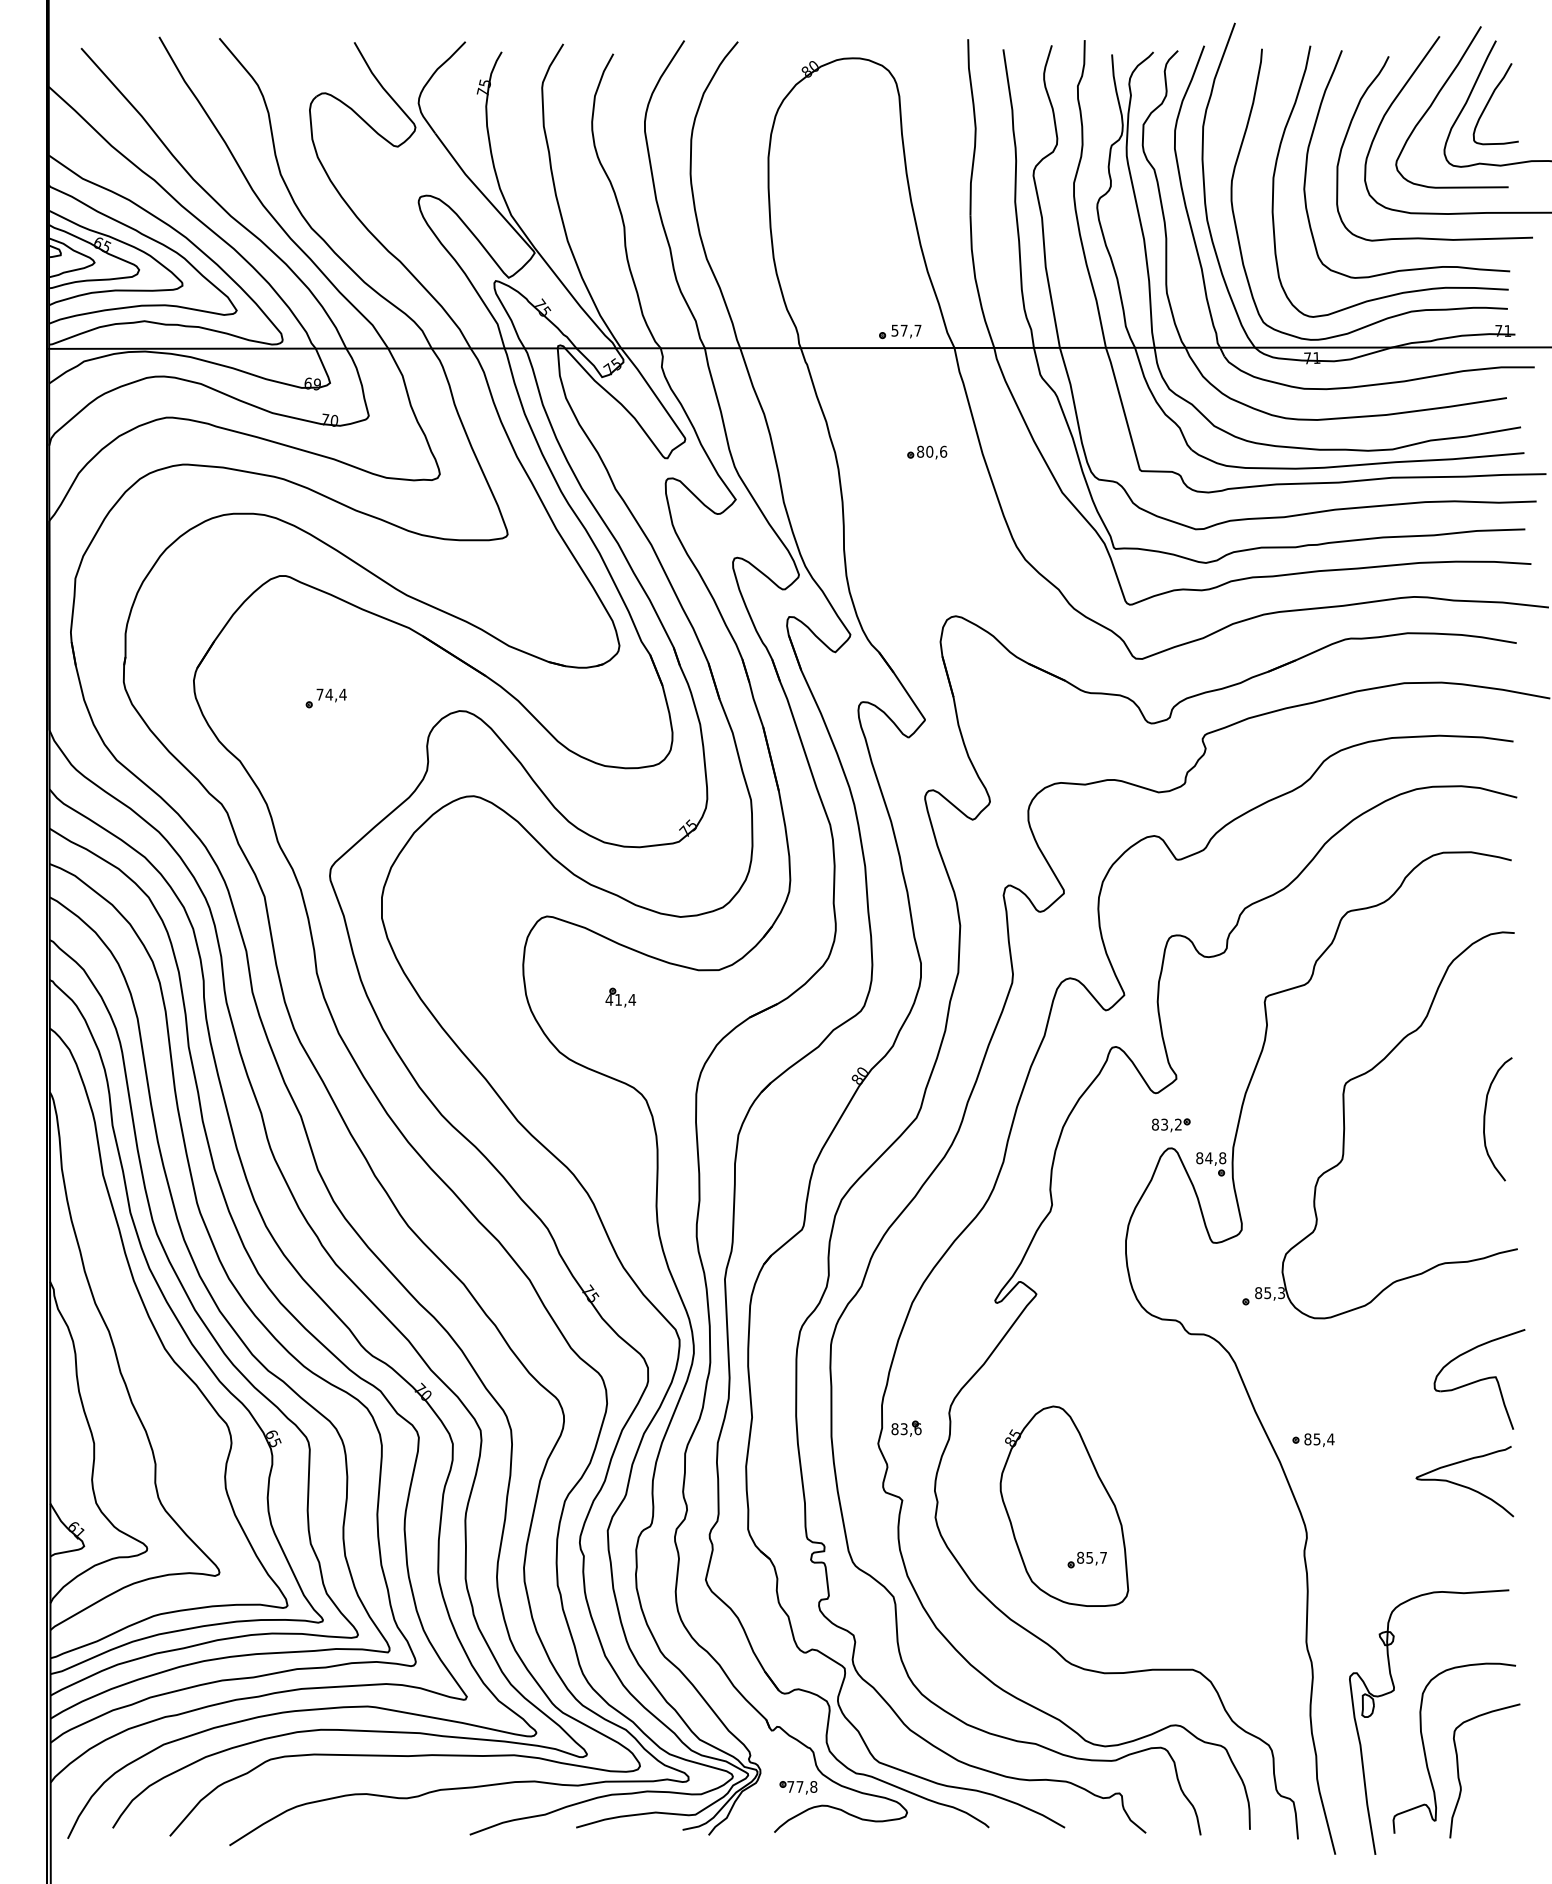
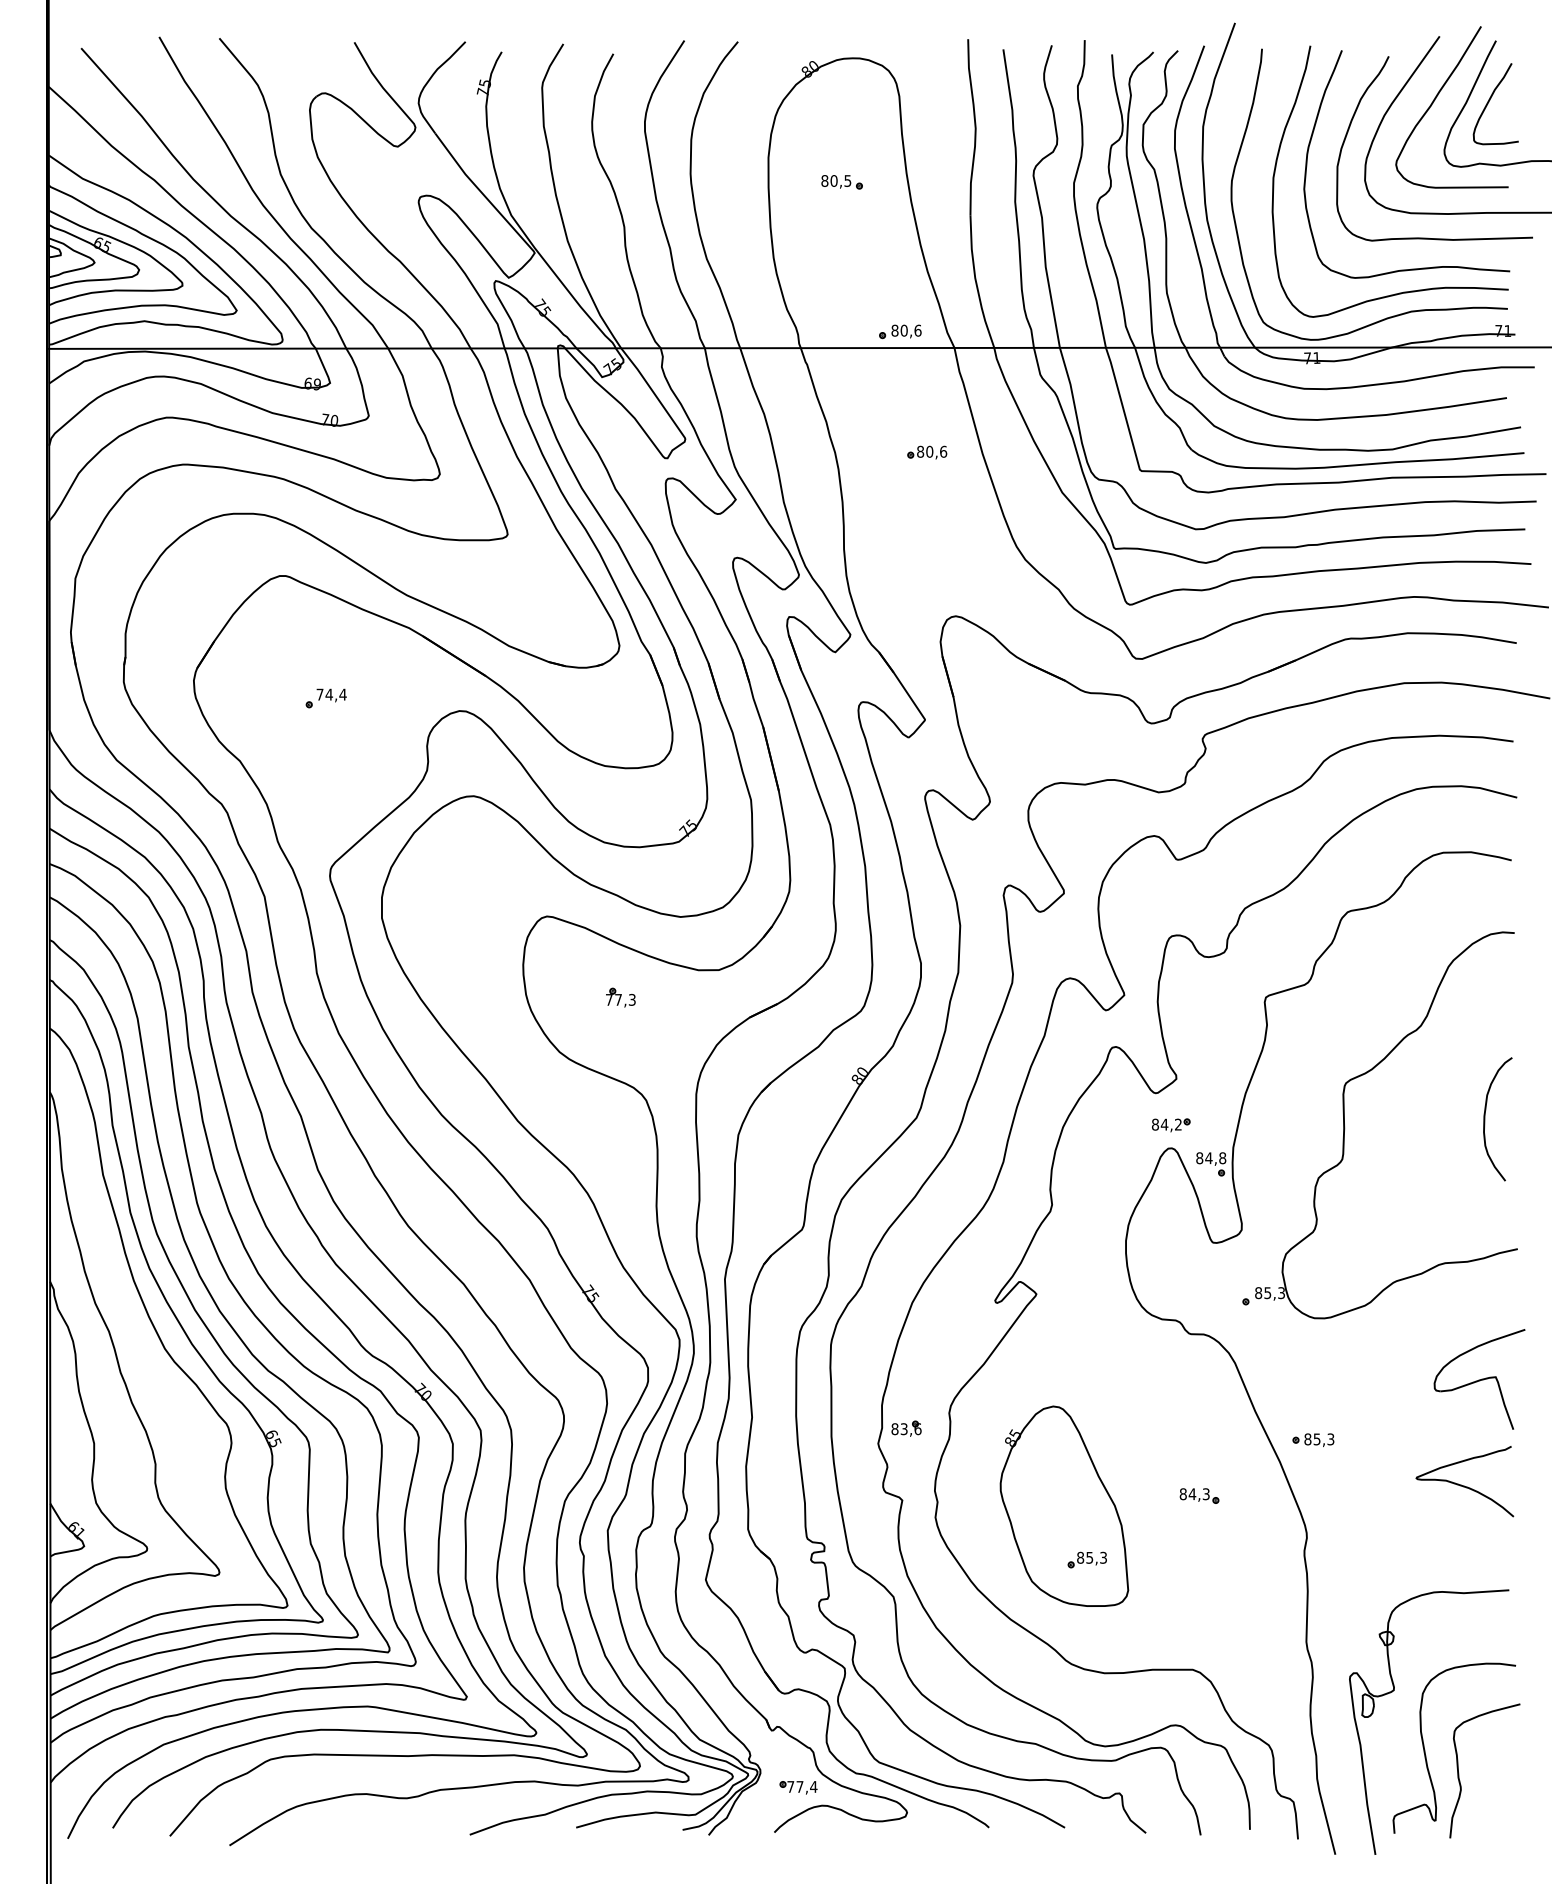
part at (841, 182): none -> present
text at (906, 330): 57,7 -> 80,6
text at (620, 999): 41,4 -> 77,3
text at (1164, 1124): 83,2 -> 84,2
text at (1330, 1439): 85,4 -> 85,3
part at (1199, 1495): none -> present
text at (1103, 1557): 85,7 -> 85,3
text at (813, 1786): 77,8 -> 77,4
